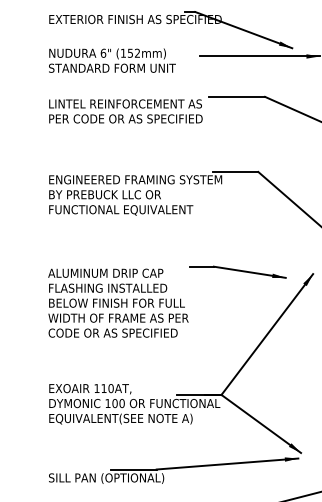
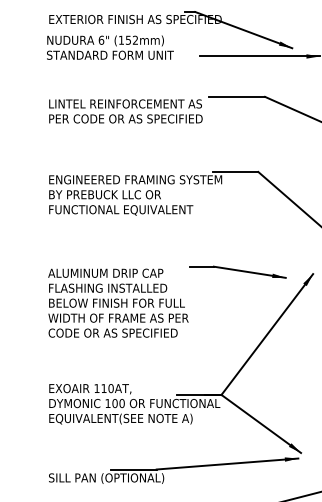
text at (112, 60) position: (112, 60) -> (110, 47)
